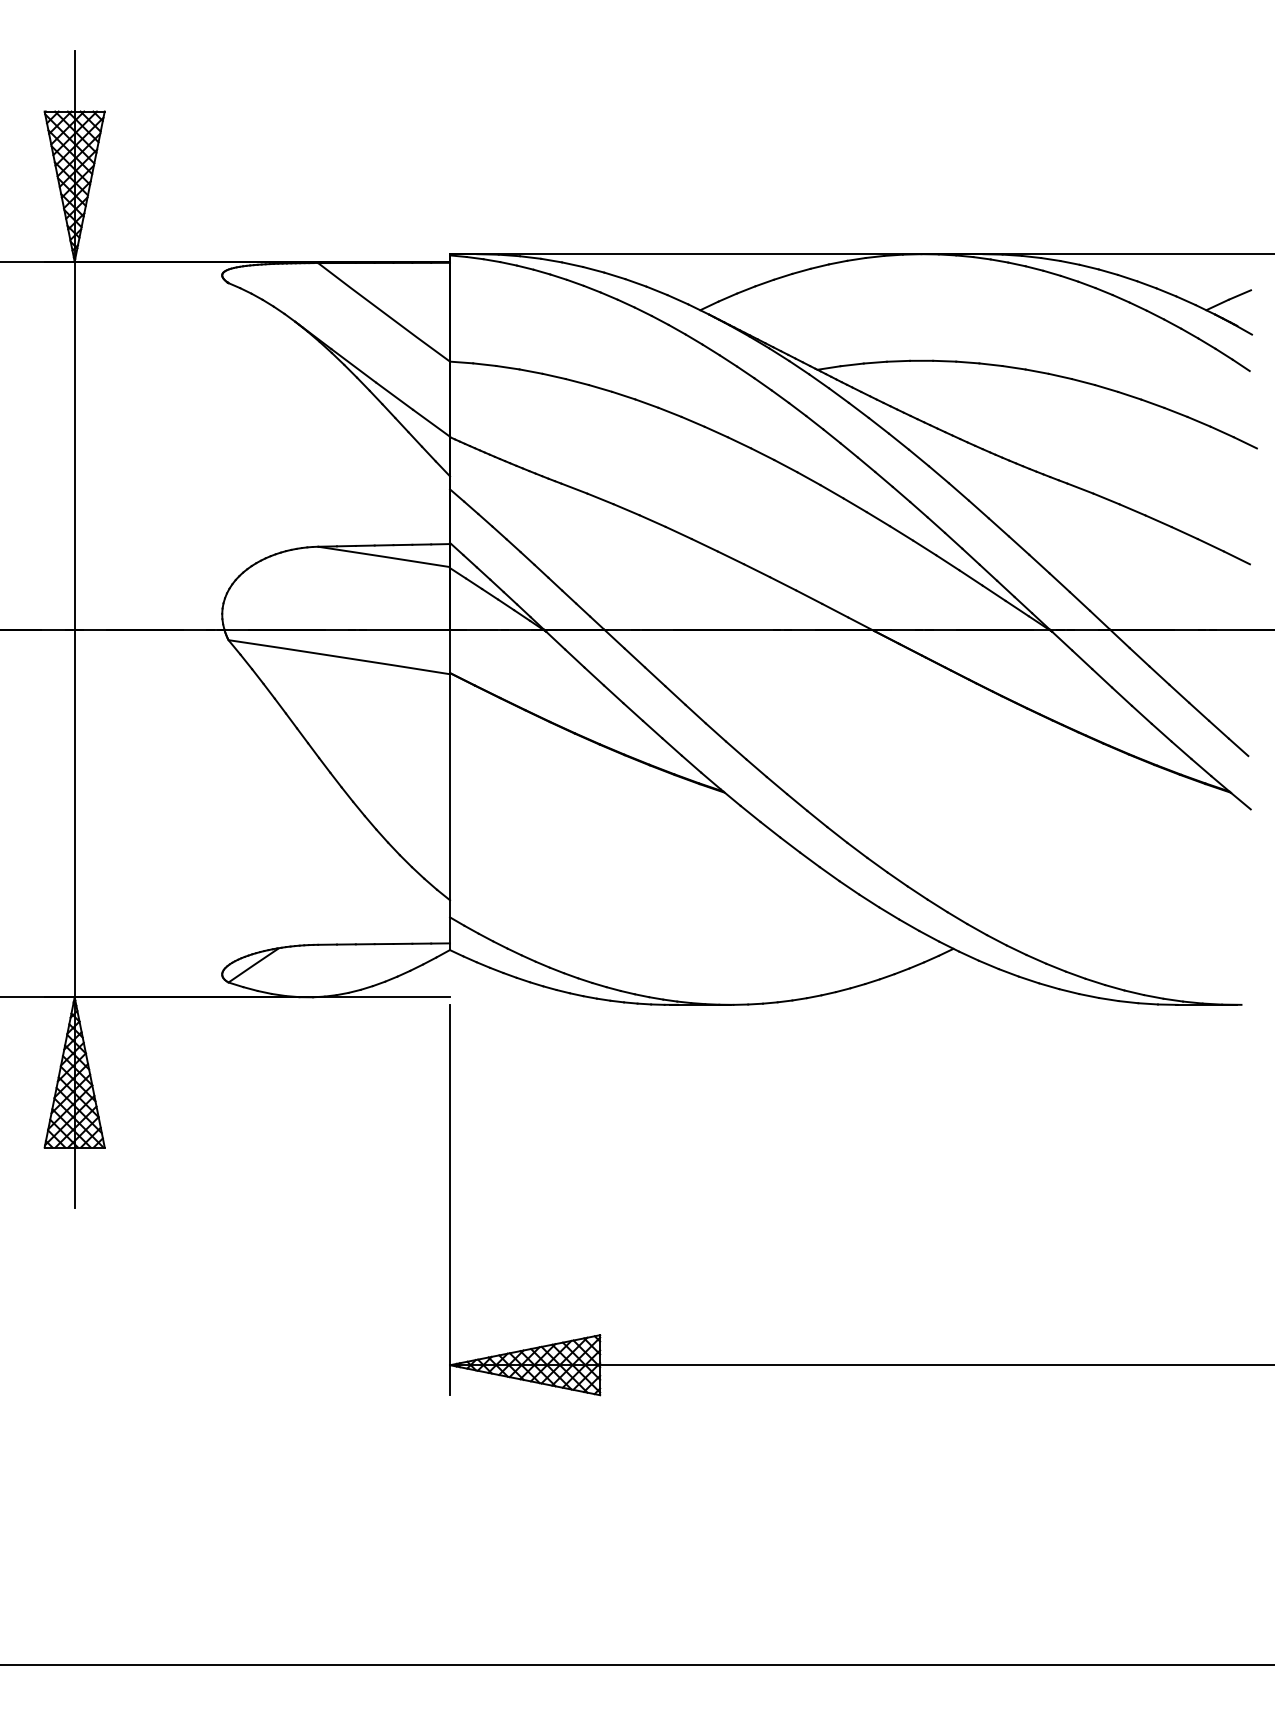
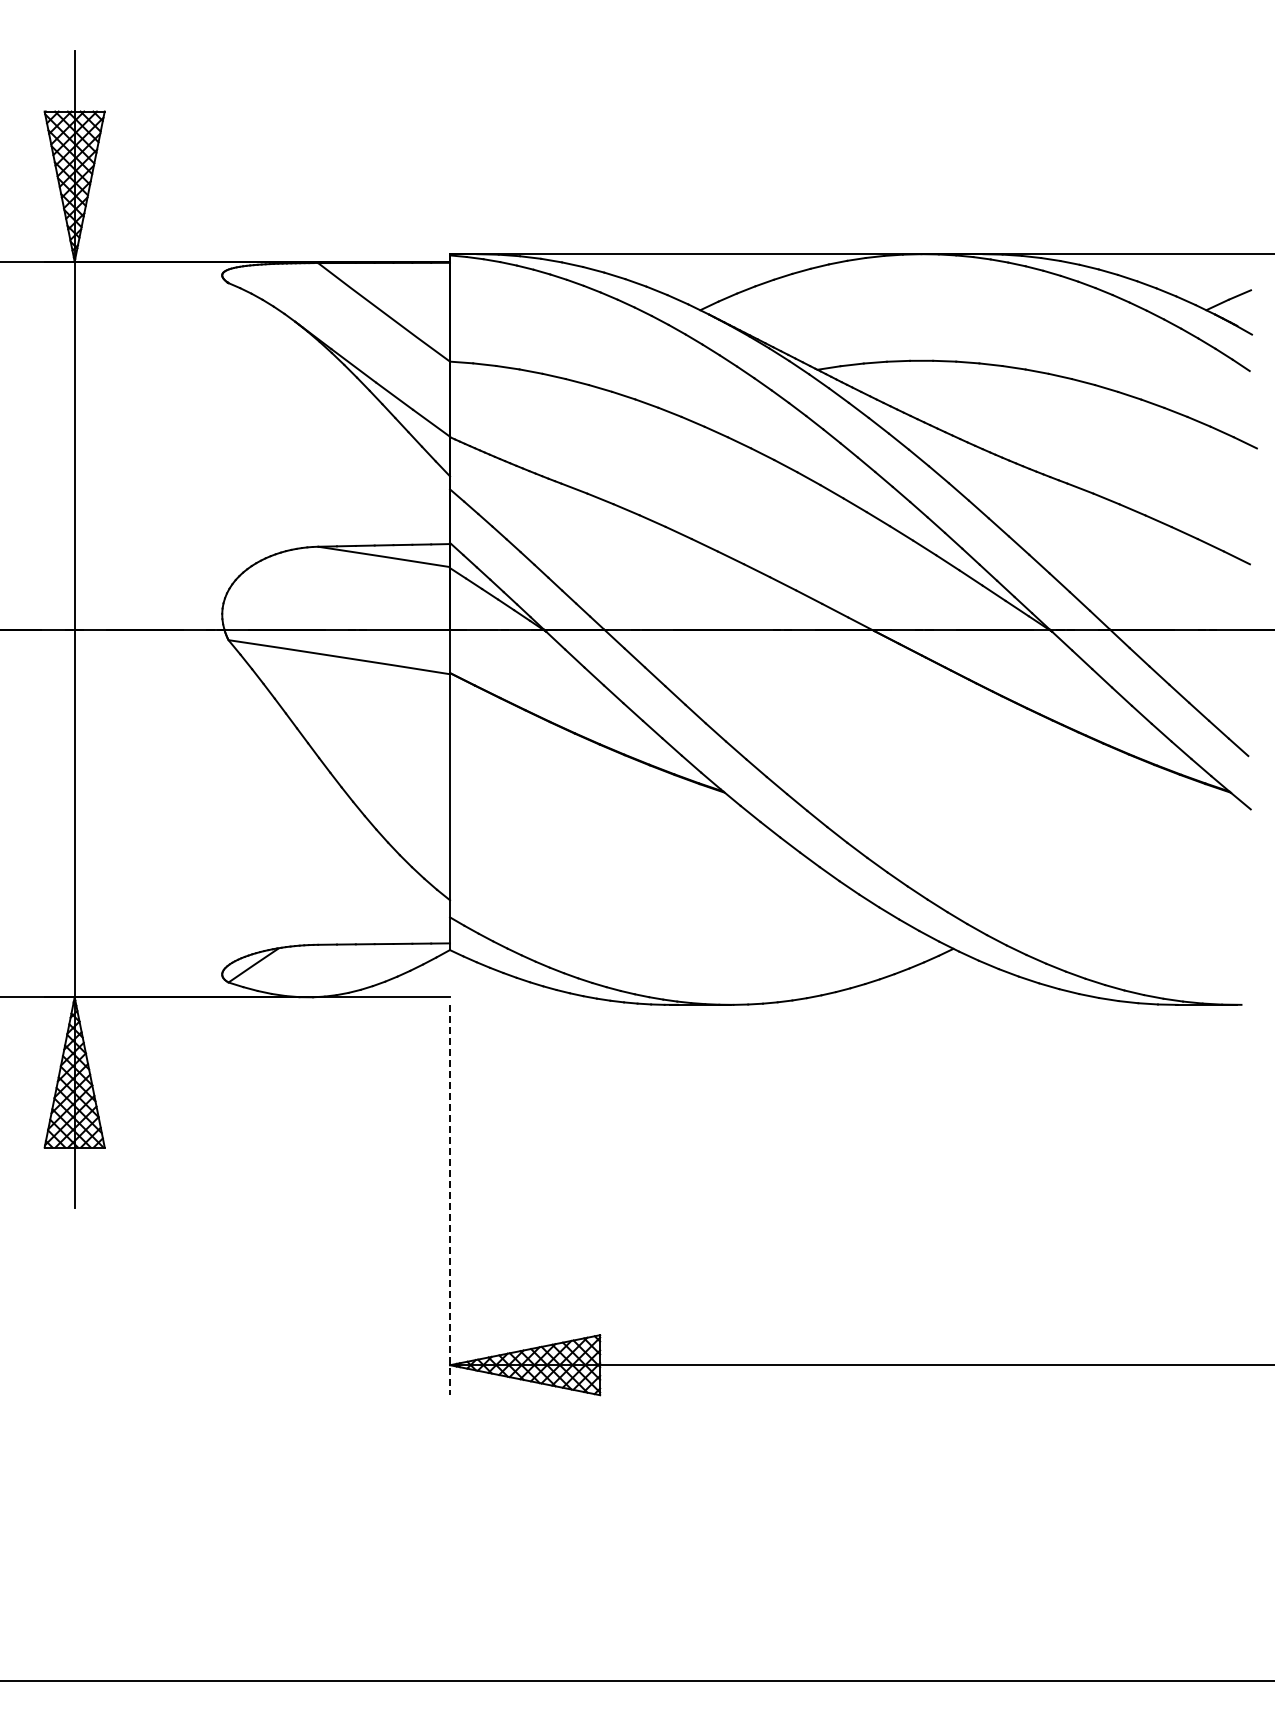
line at (450, 1200): solid -> dashed
line at (636, 1665) position: (636, 1665) -> (636, 1681)
